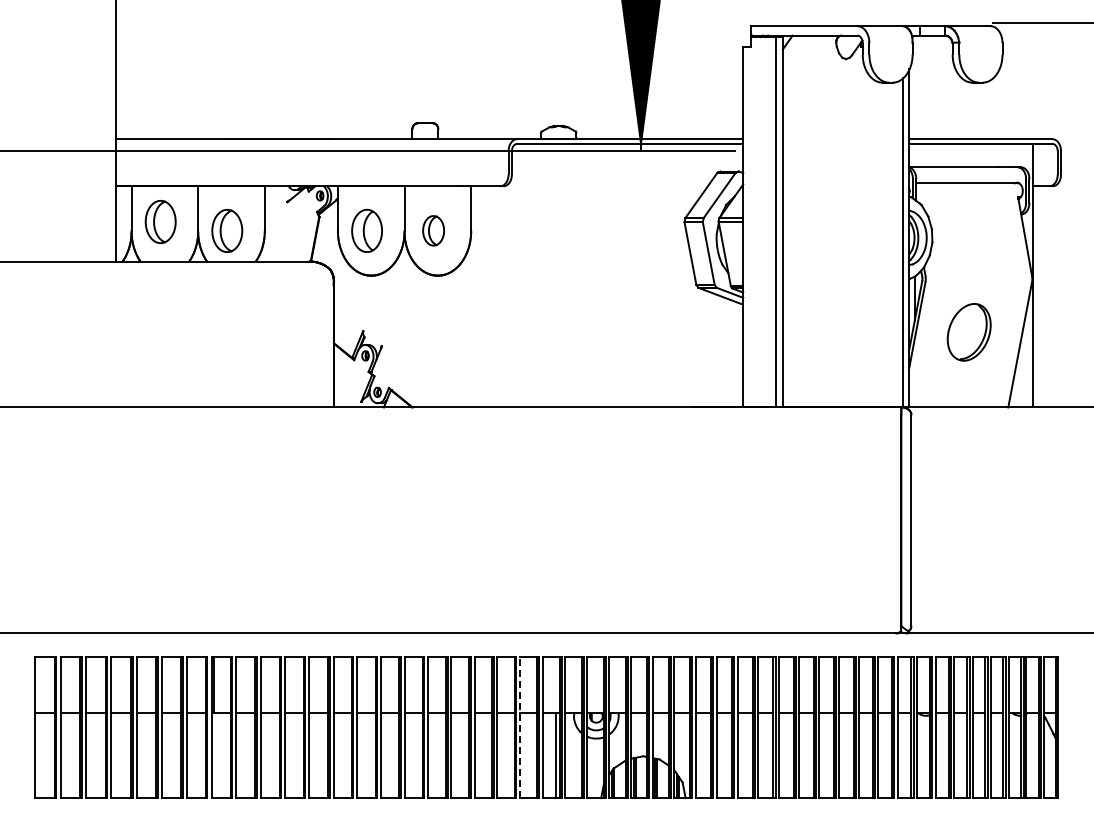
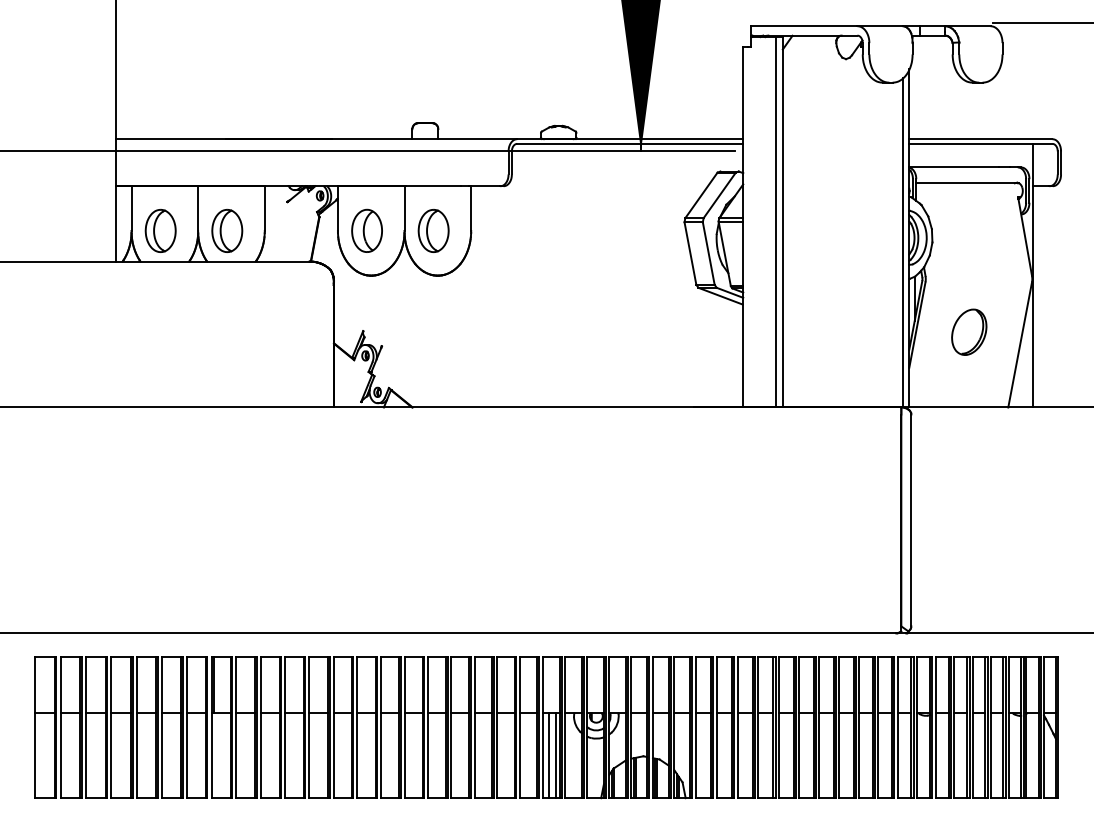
part at (160, 221) position: (160, 221) -> (160, 230)
part at (433, 230) size: 23x32 px -> 33x45 px
part at (968, 332) size: 46x59 px -> 37x48 px
line at (520, 727): dashed -> solid
line at (549, 755): none -> present
